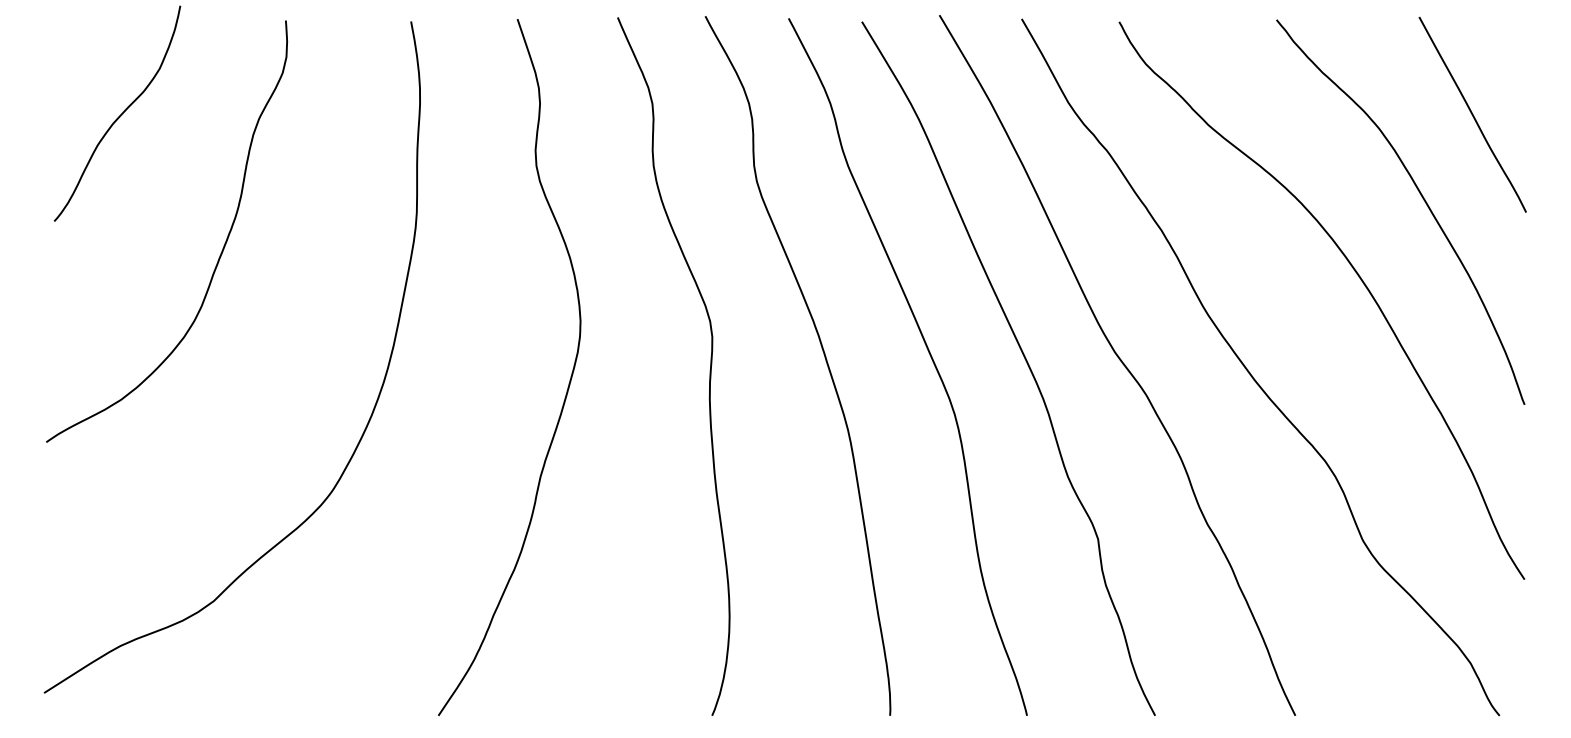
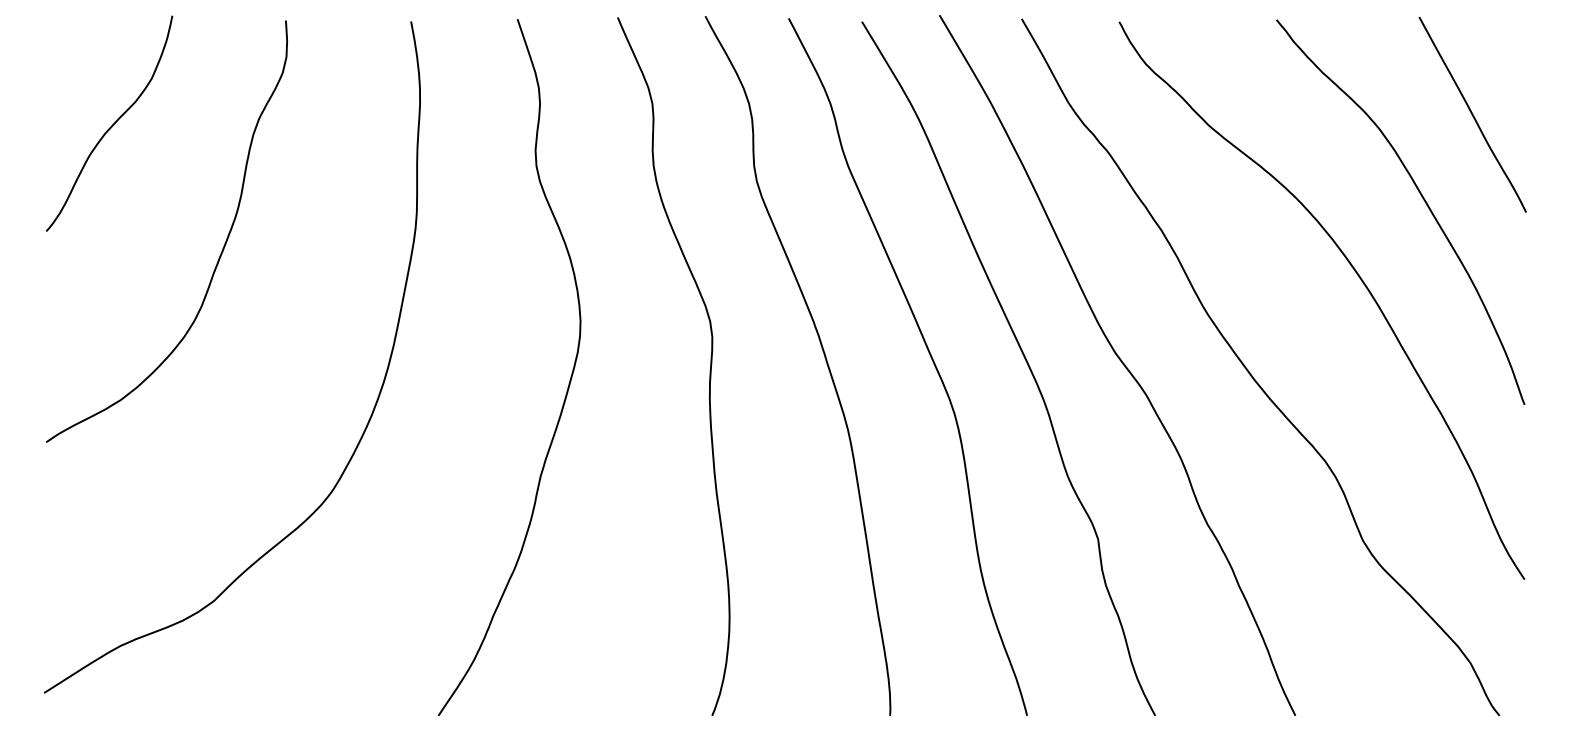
curve at (119, 115) position: (119, 115) -> (111, 125)
